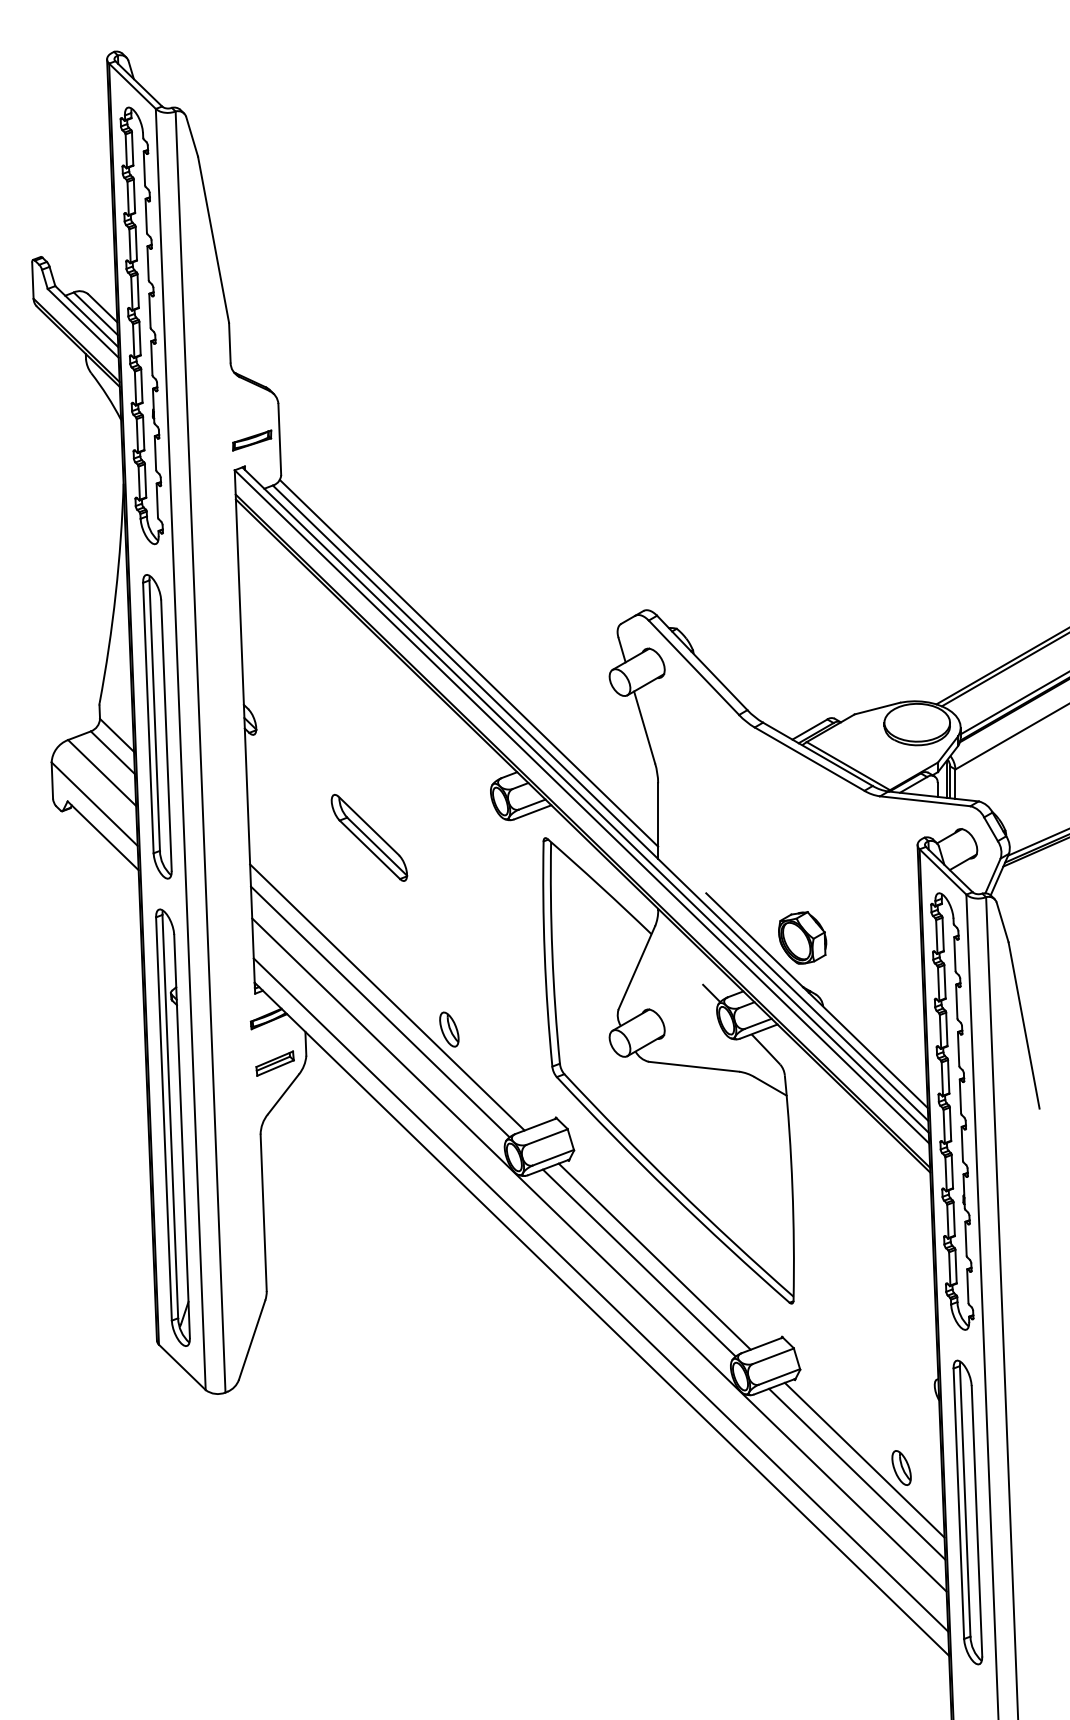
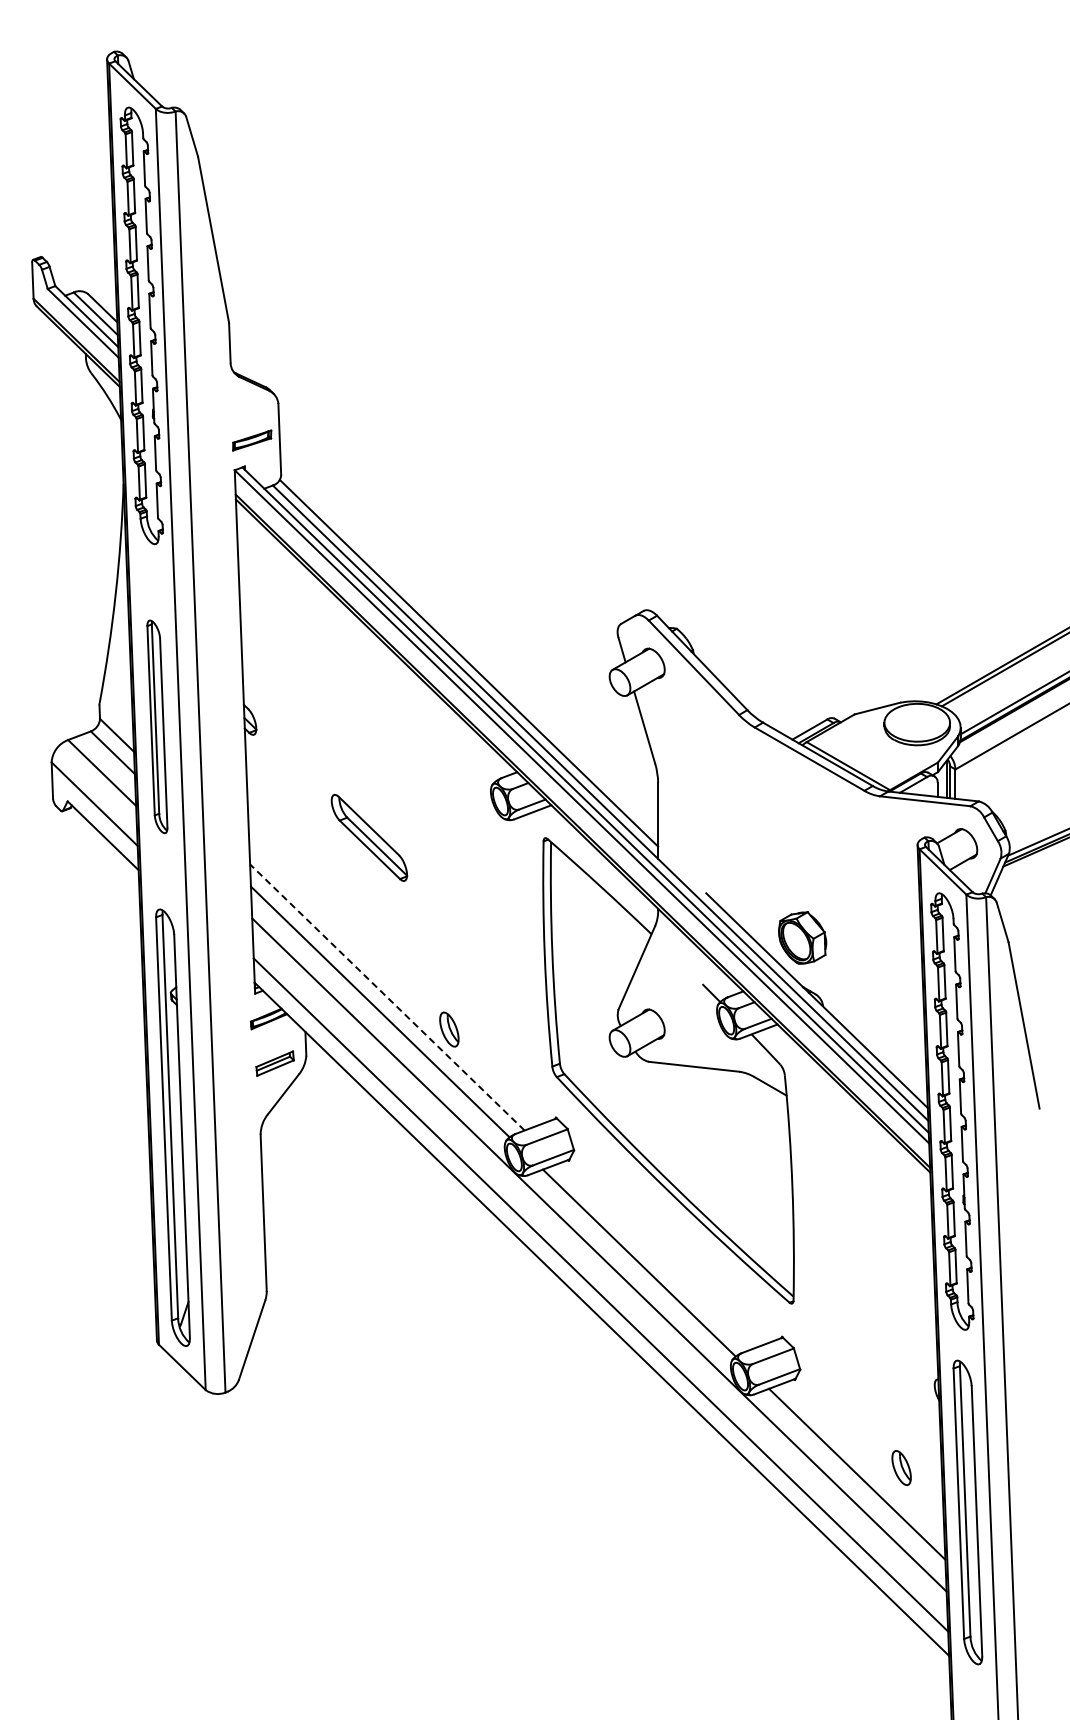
part at (157, 726) size: 31x306 px -> 23x216 px
line at (387, 997): solid -> dashed
line at (654, 1256): present -> none
line at (864, 1459): present -> none
